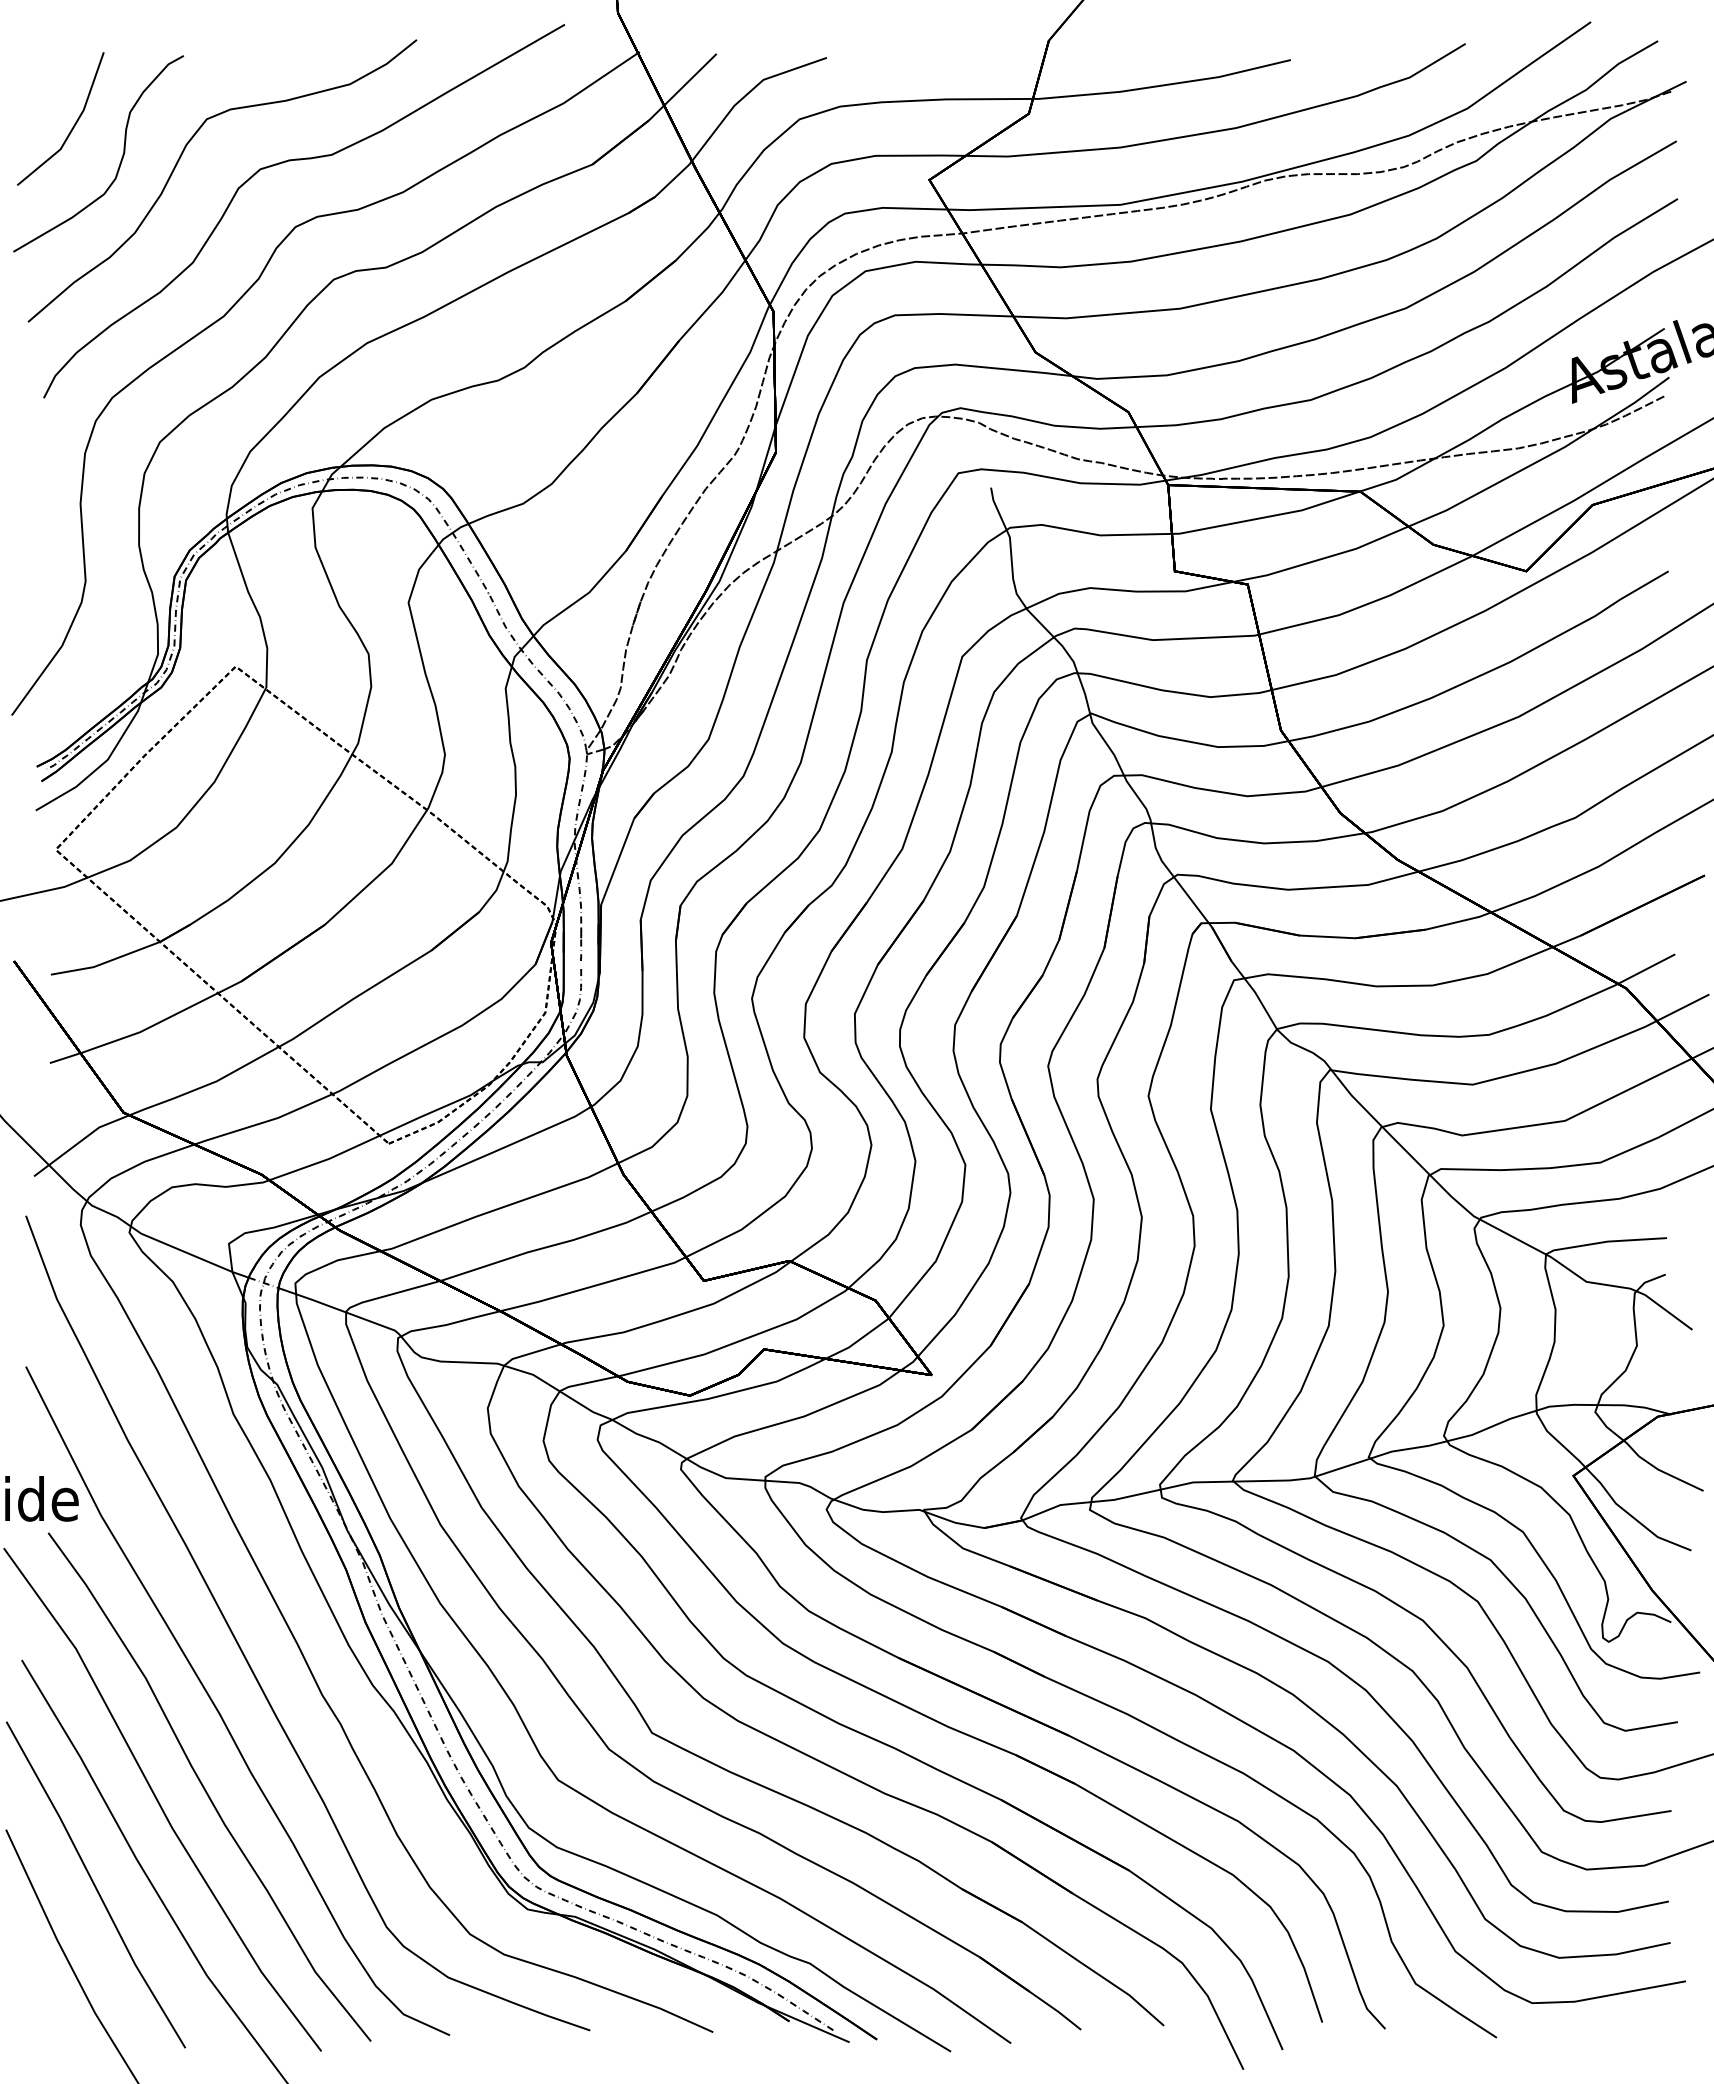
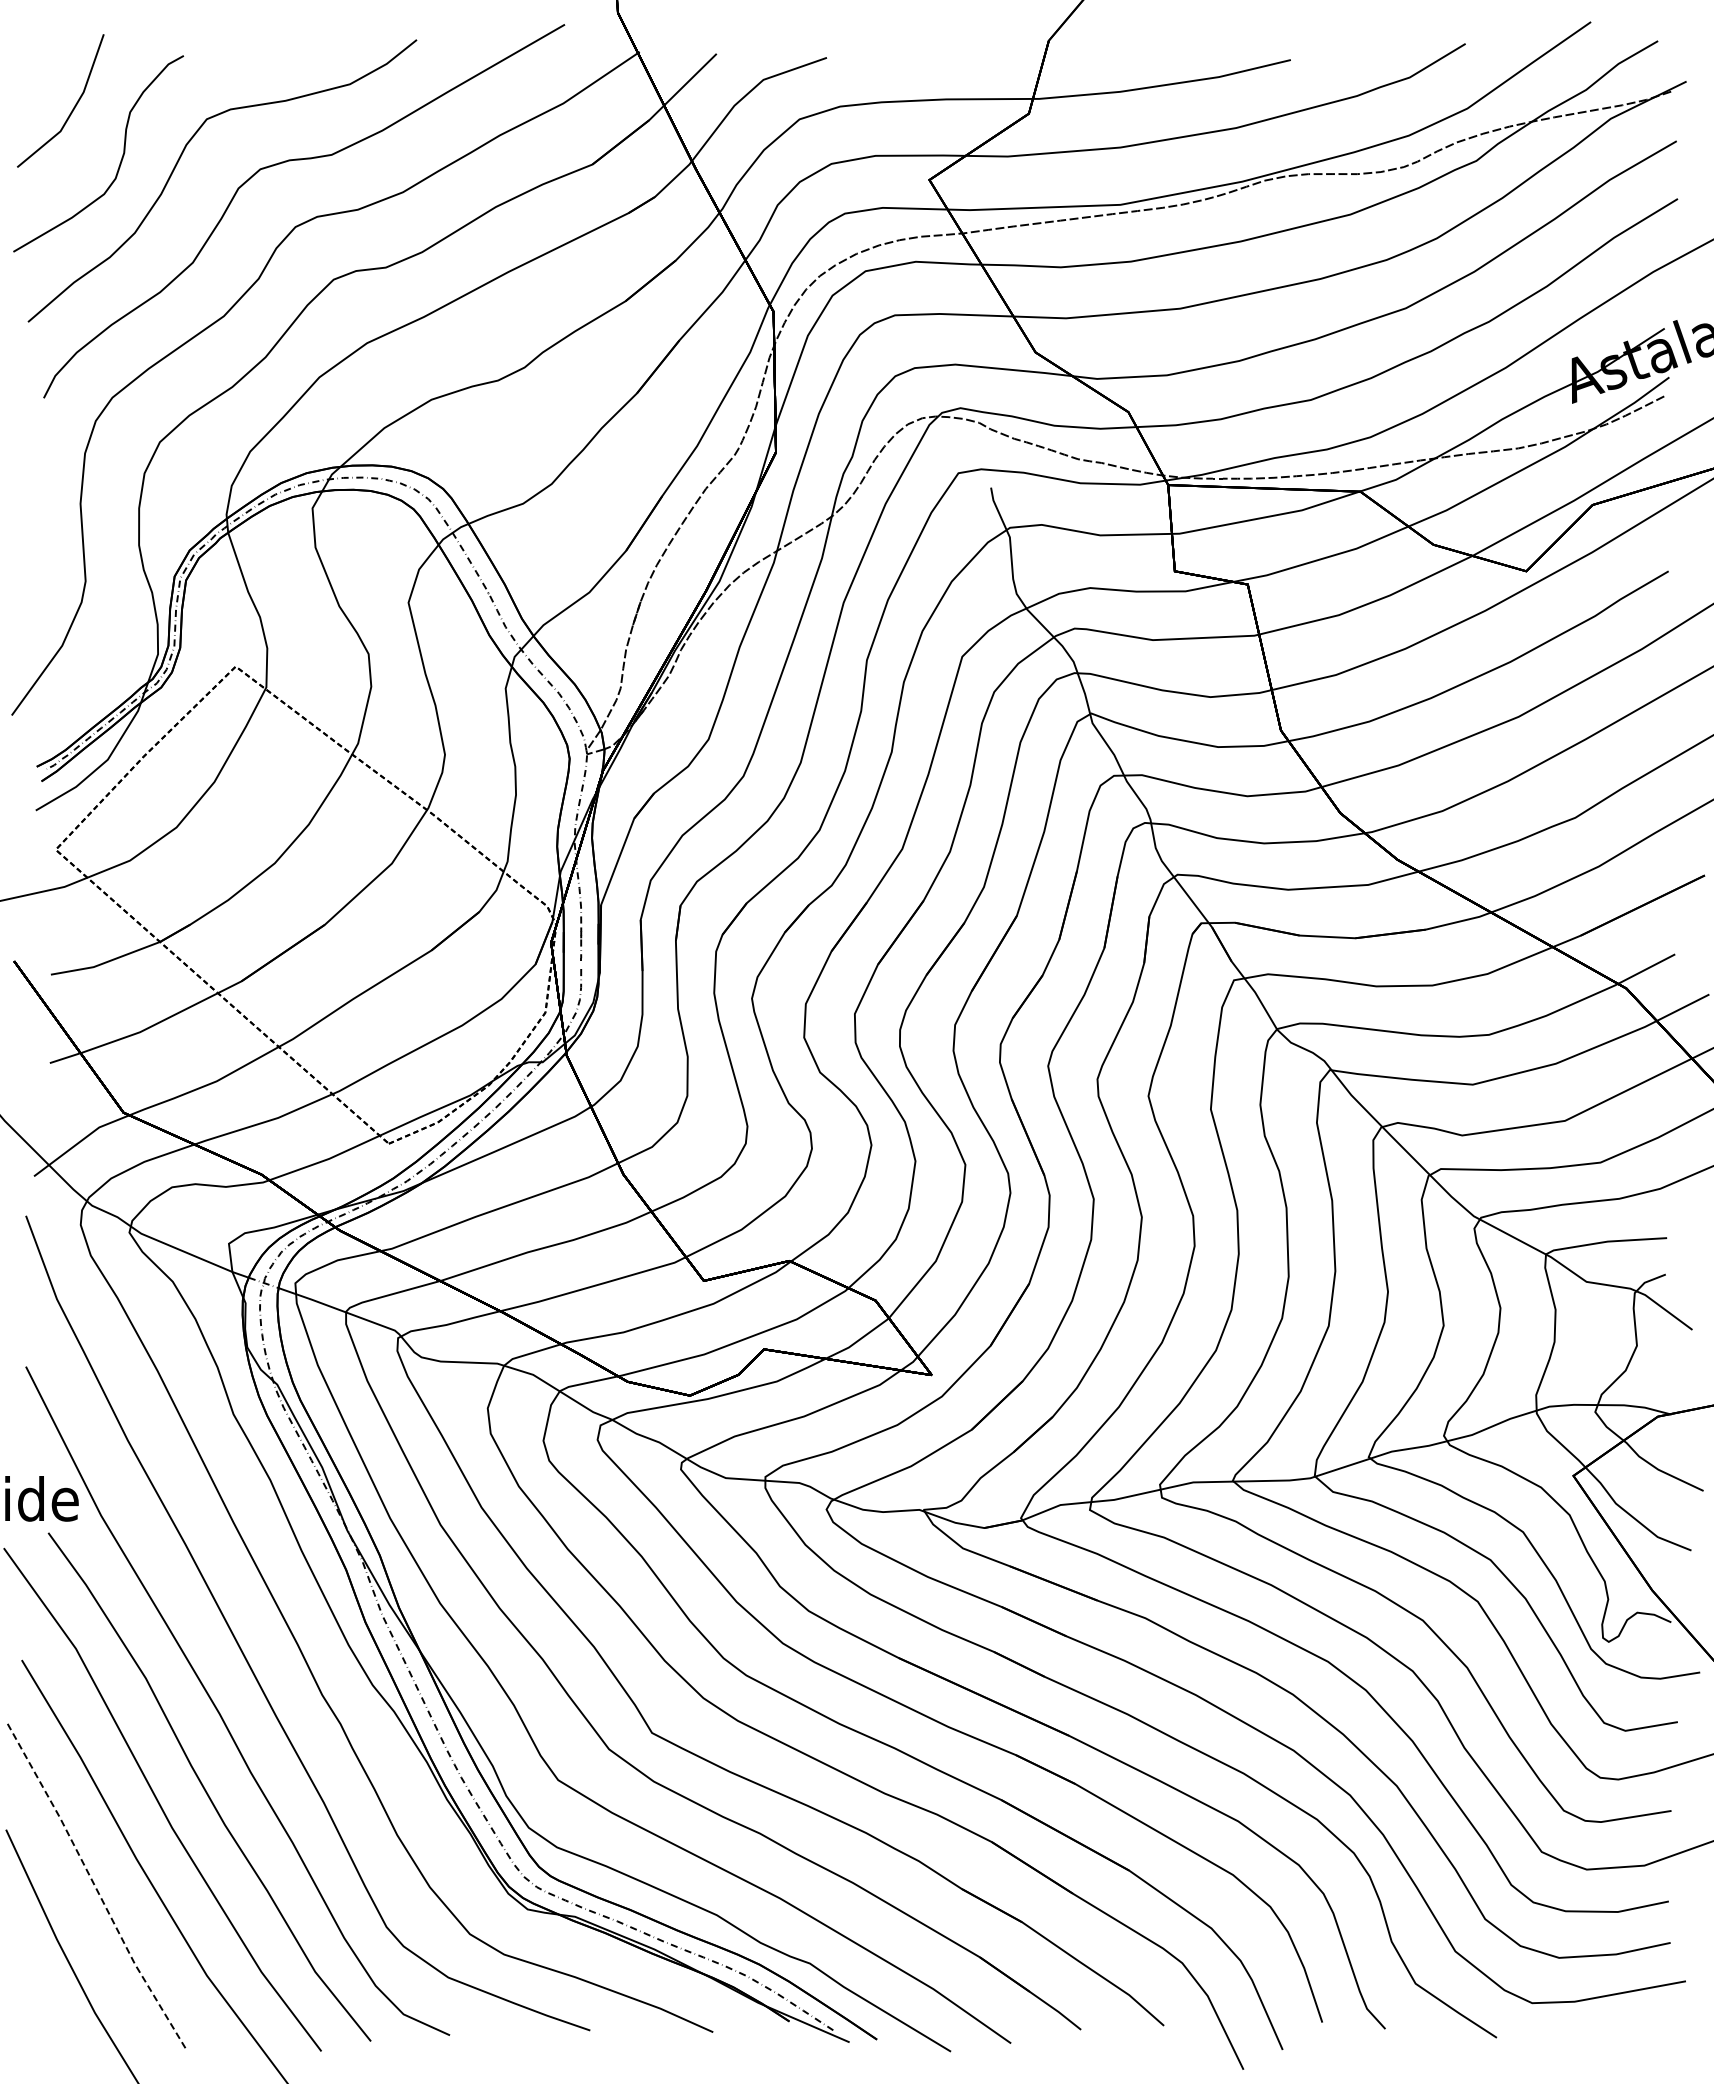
line at (73, 125) position: (73, 125) -> (73, 107)
line at (94, 1885): solid -> dashed
